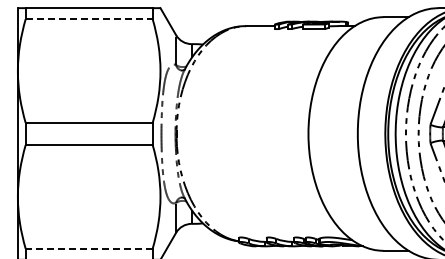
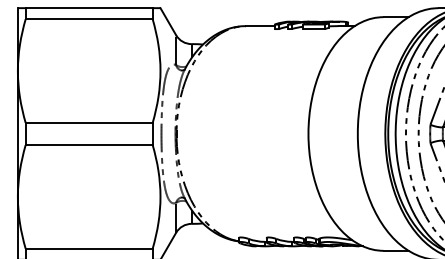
line at (89, 19): dashed -> solid
line at (89, 248): dashed -> solid
